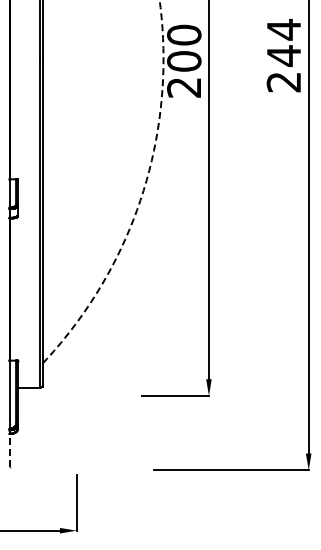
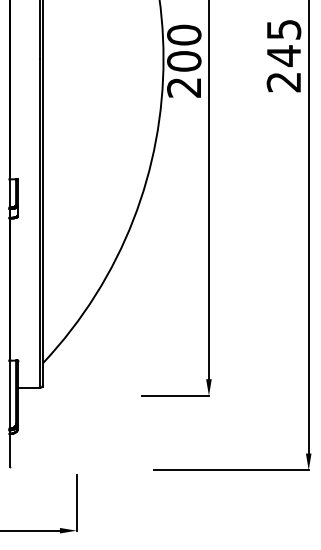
text at (284, 29): 244 -> 245
arc at (141, 195): dashed -> solid
line at (9, 449): dashed -> solid
